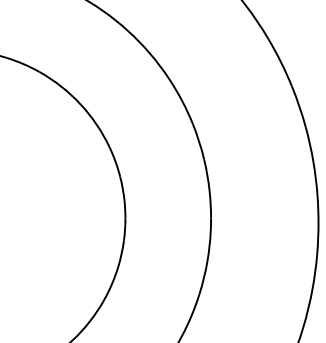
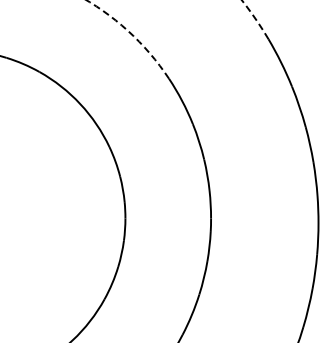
arc at (255, 19): solid -> dashed
arc at (131, 34): solid -> dashed
